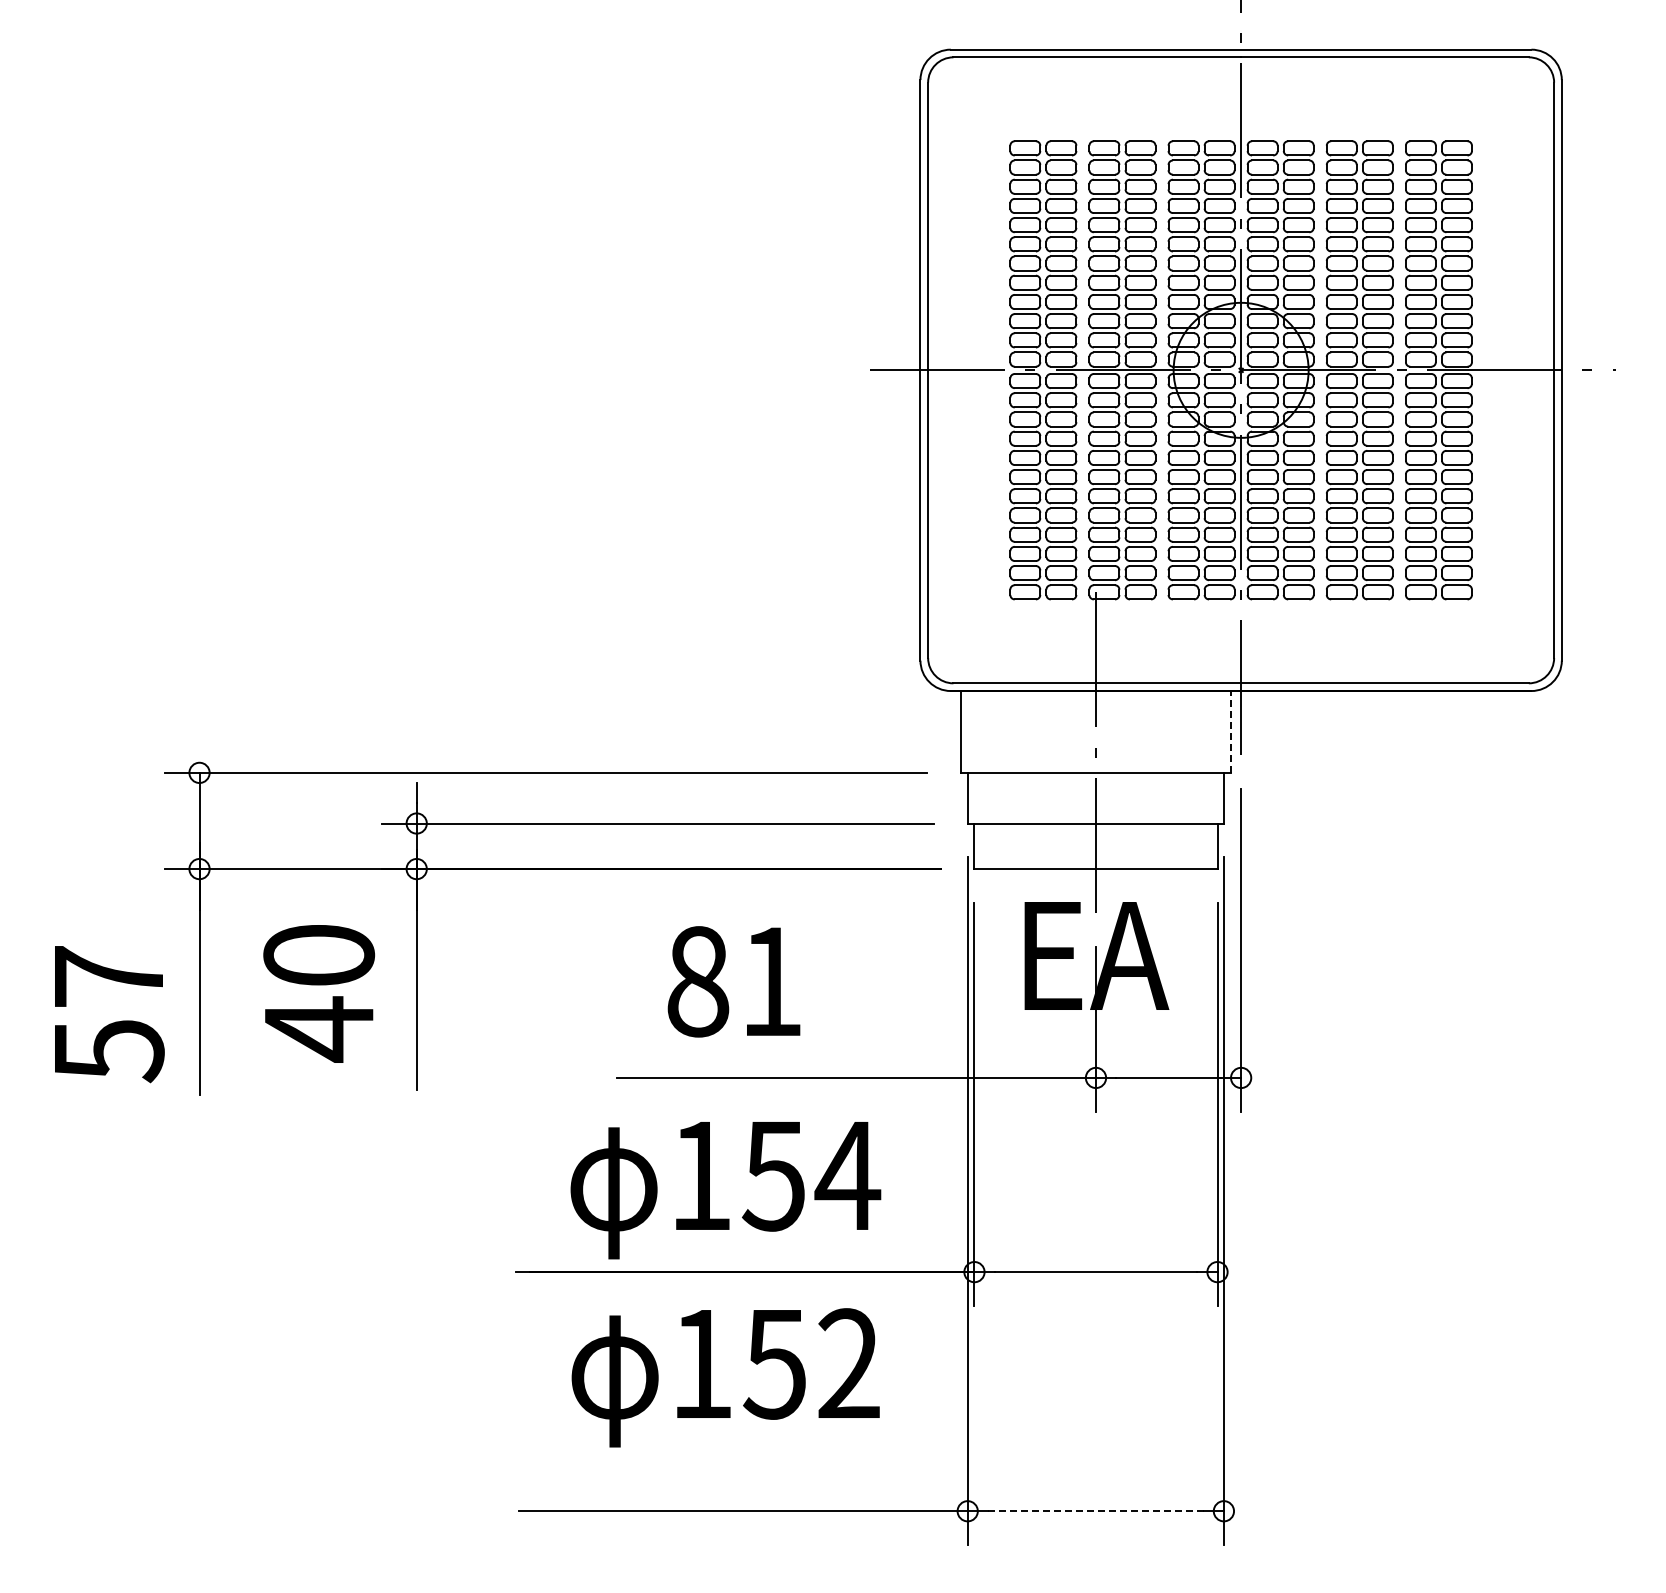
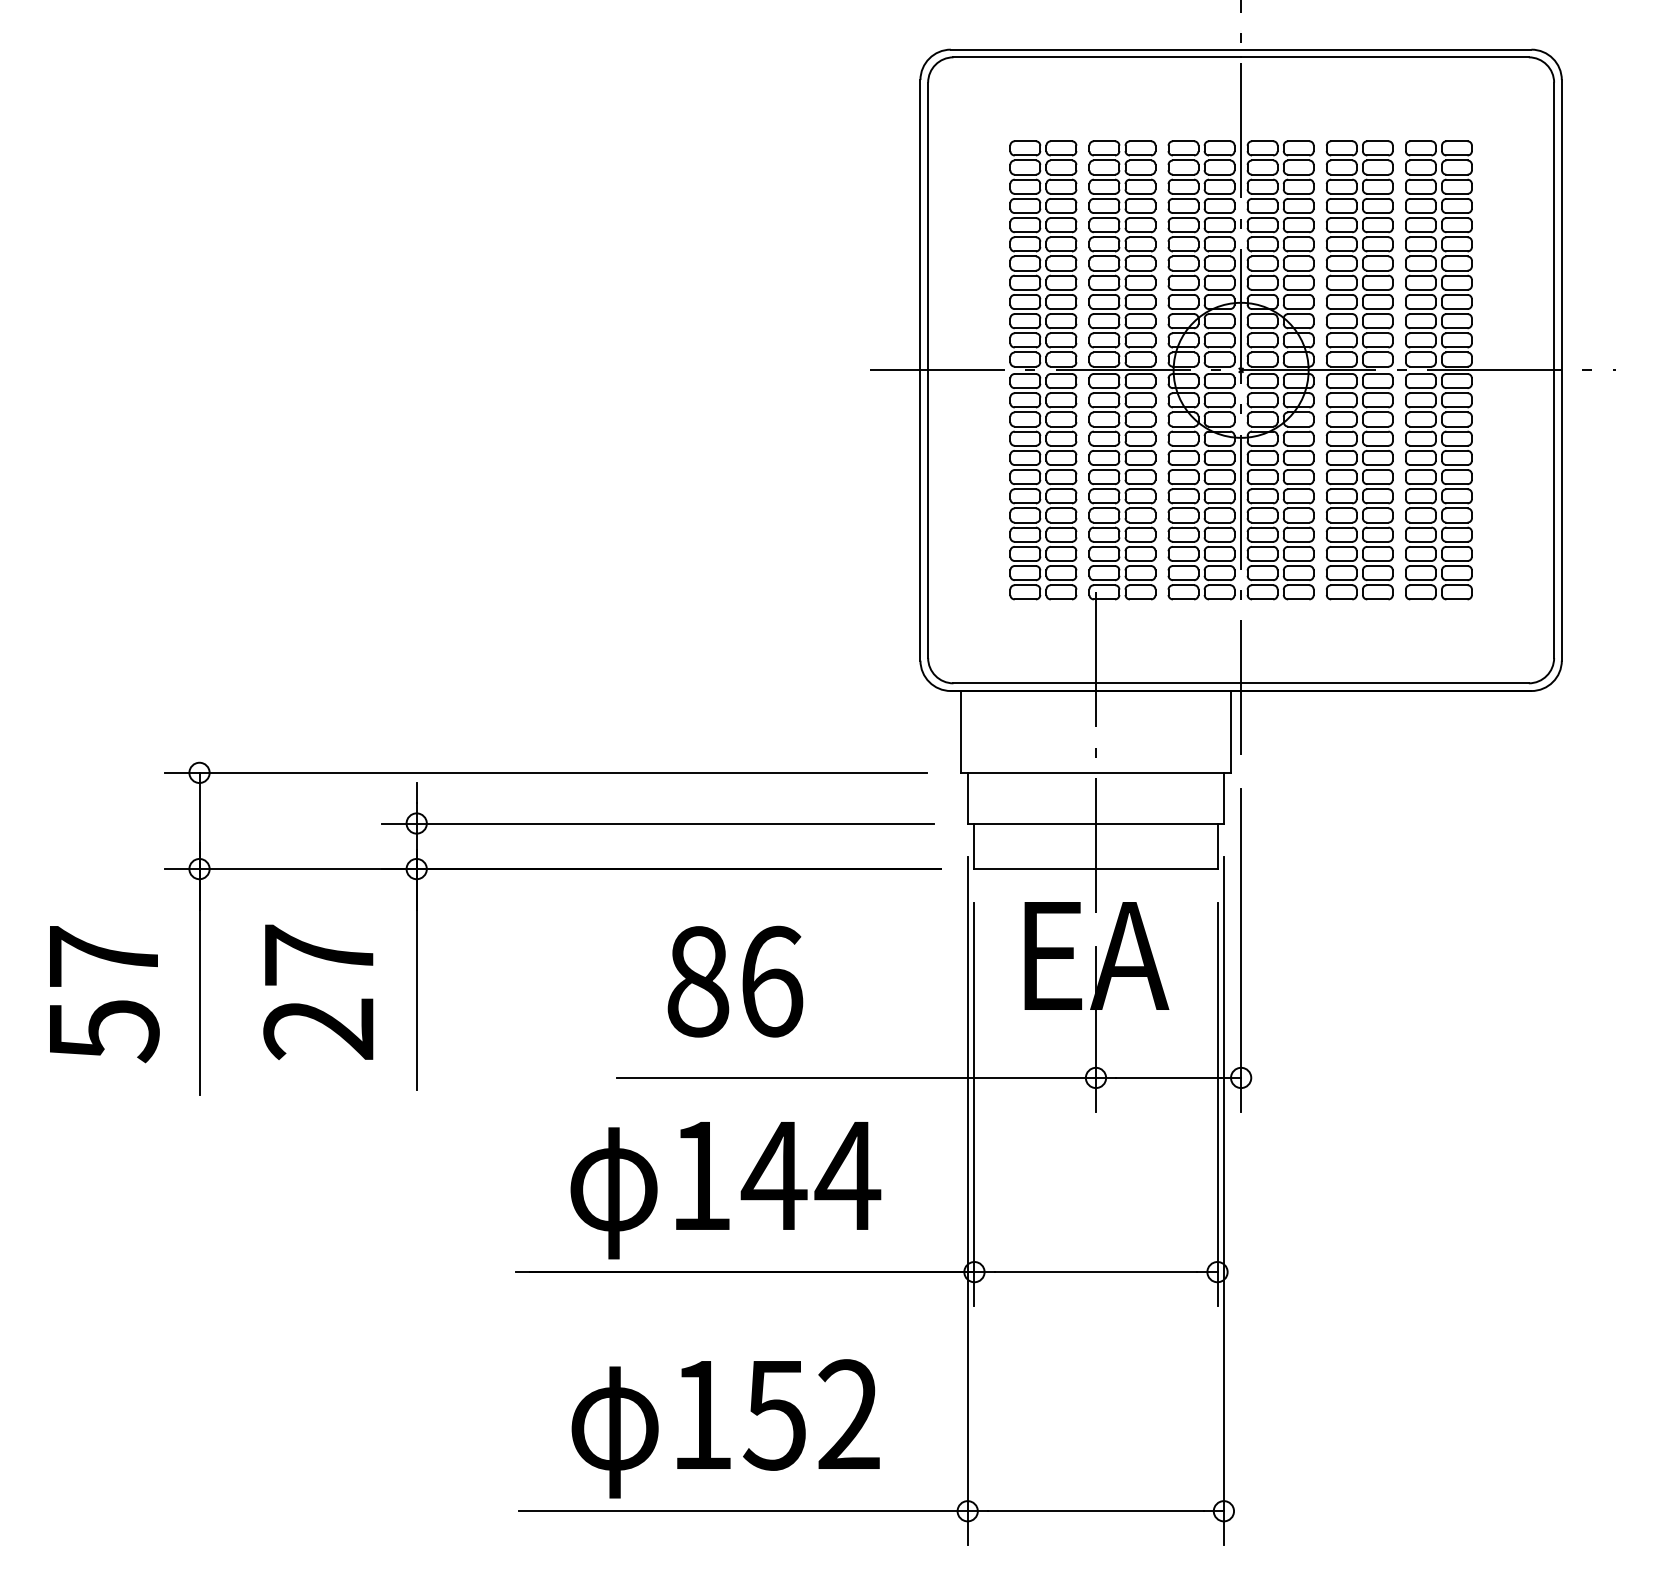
line at (1231, 731): dashed -> solid
text at (772, 981): 81 -> 86
text at (319, 993): 40 -> 27
text at (109, 1014) position: (109, 1014) -> (104, 994)
text at (773, 1176): 154 -> 144
text at (725, 1377) position: (725, 1377) -> (725, 1428)
line at (1095, 1511): dashed -> solid
